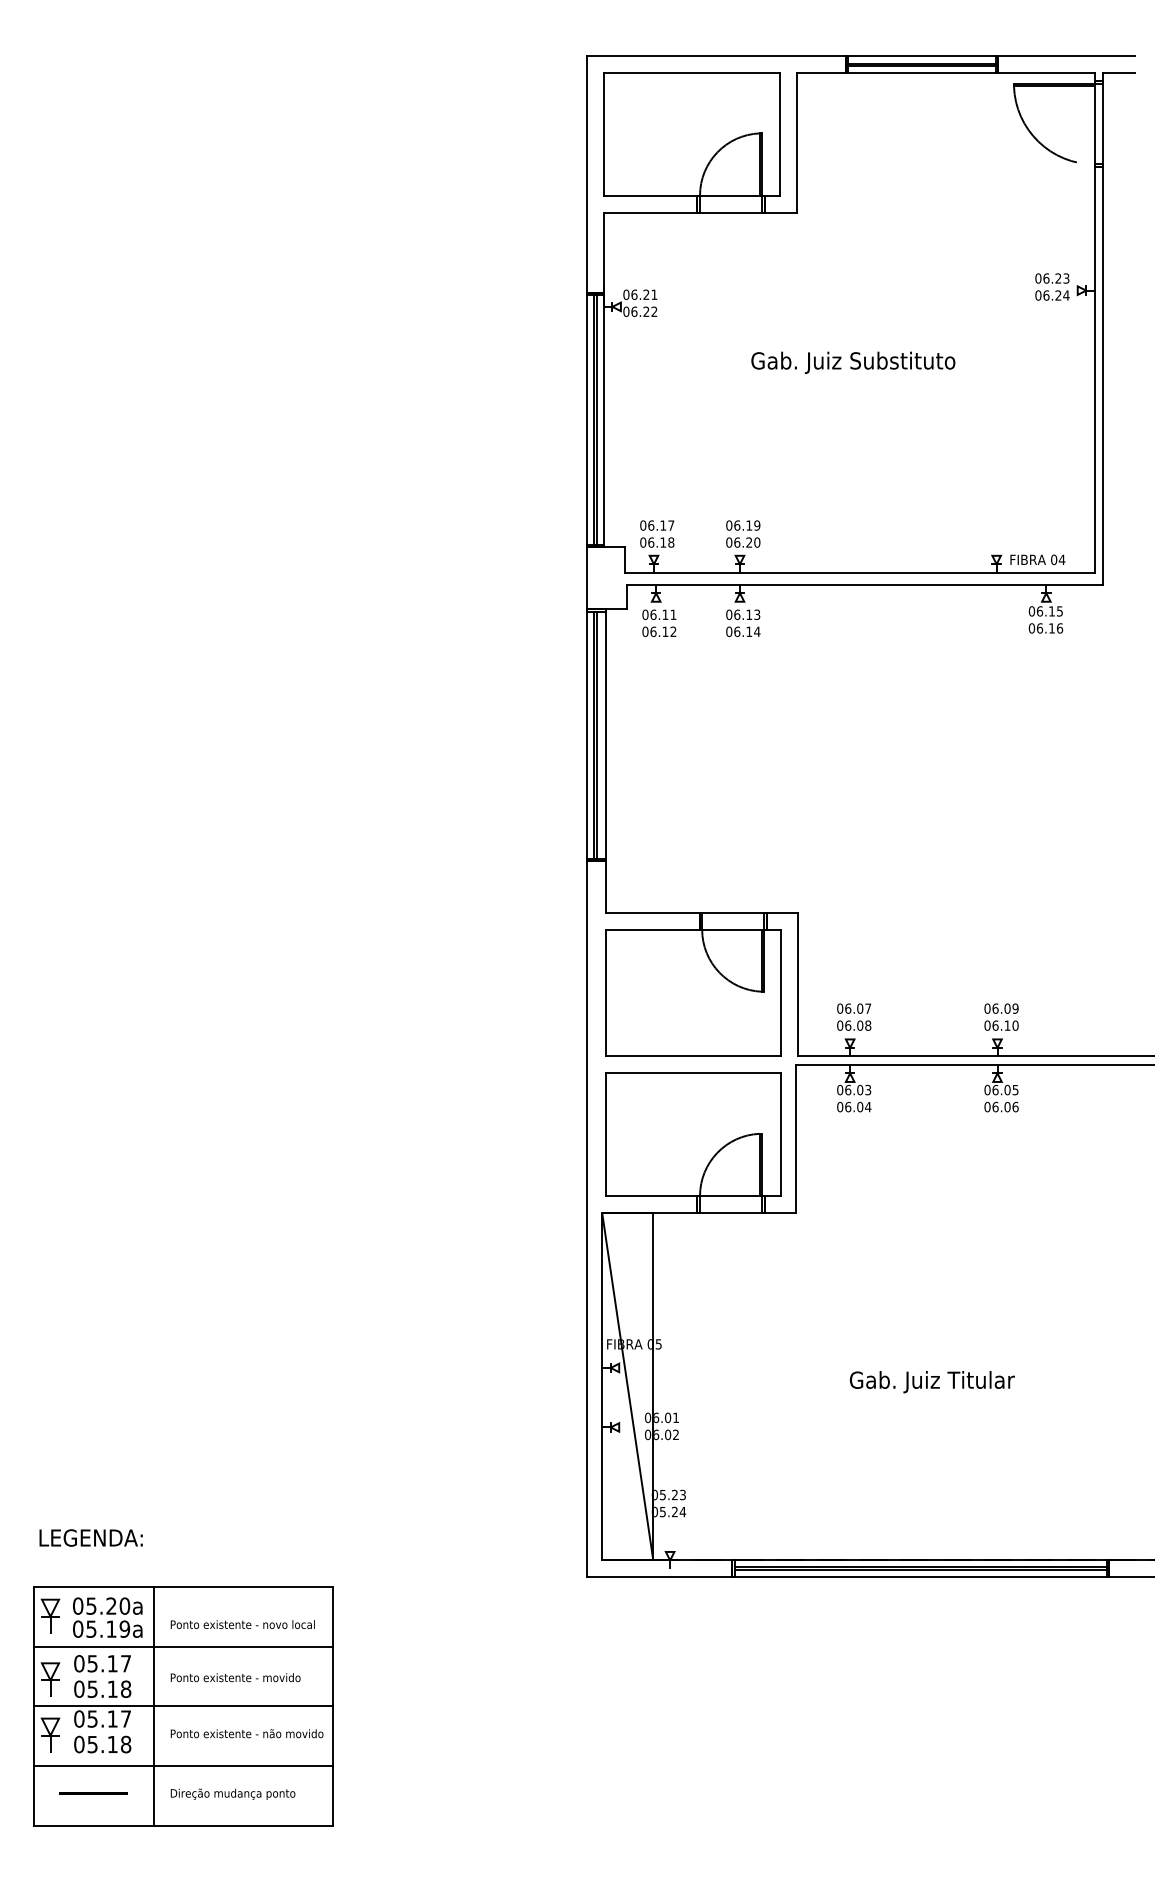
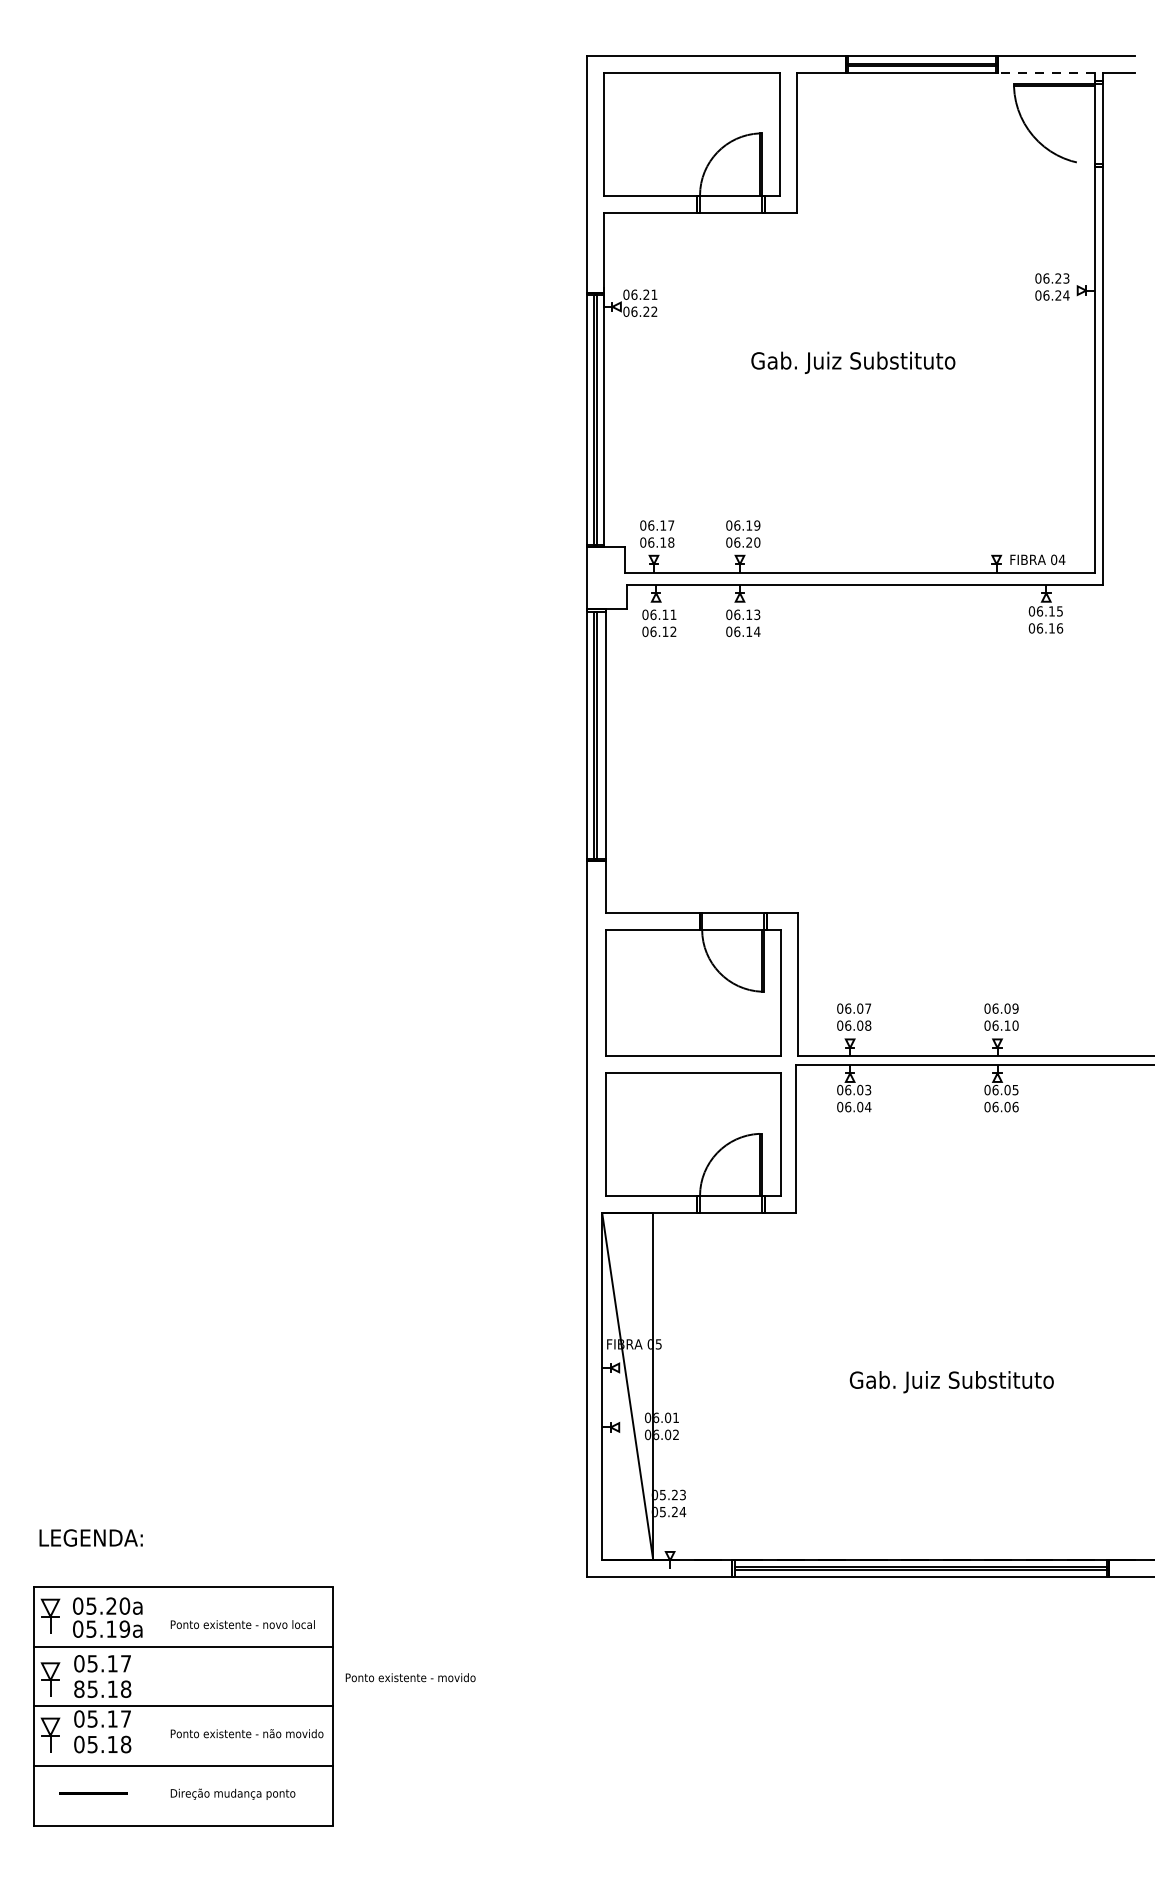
line at (1045, 73): solid -> dashed
text at (1000, 1379): Gab. Juiz Titular -> Gab. Juiz Substituto
text at (235, 1677) position: (235, 1677) -> (410, 1677)
text at (79, 1688): 05.18 -> 85.18
line at (153, 1706): present -> none
